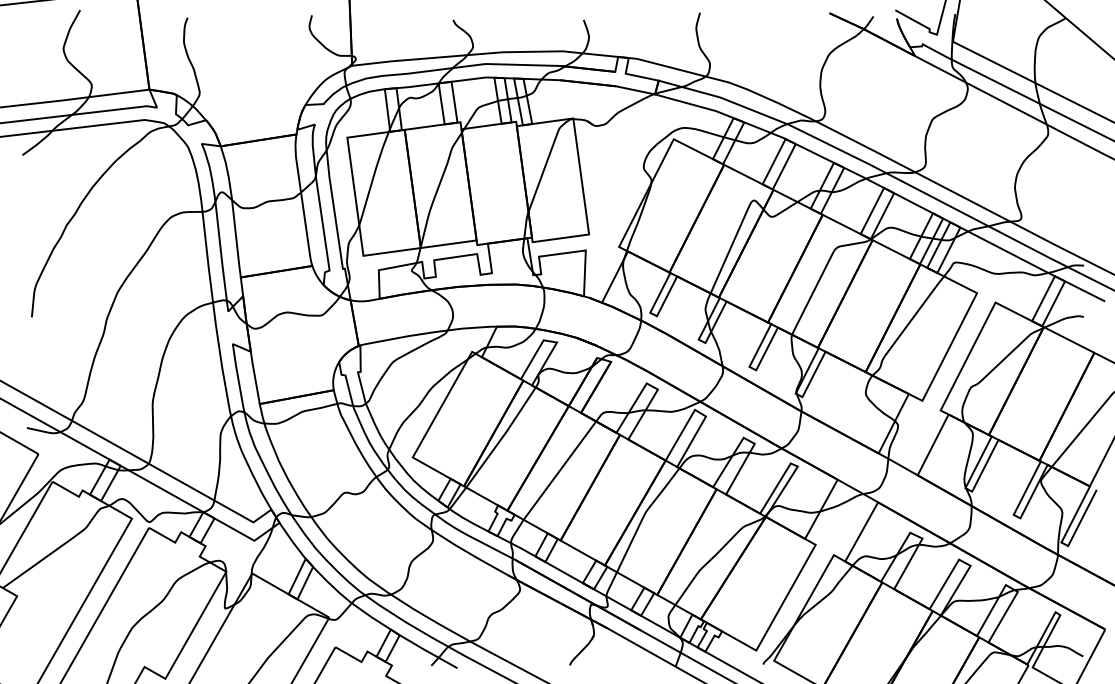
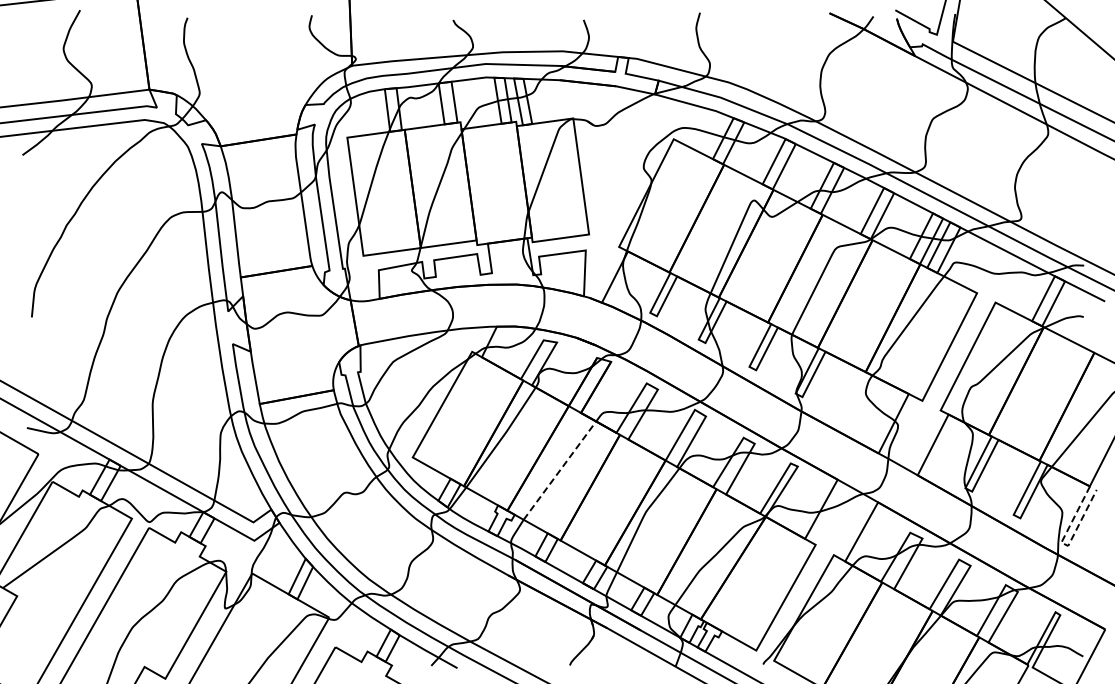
line at (560, 470): solid -> dashed
line at (1064, 544): solid -> dashed
